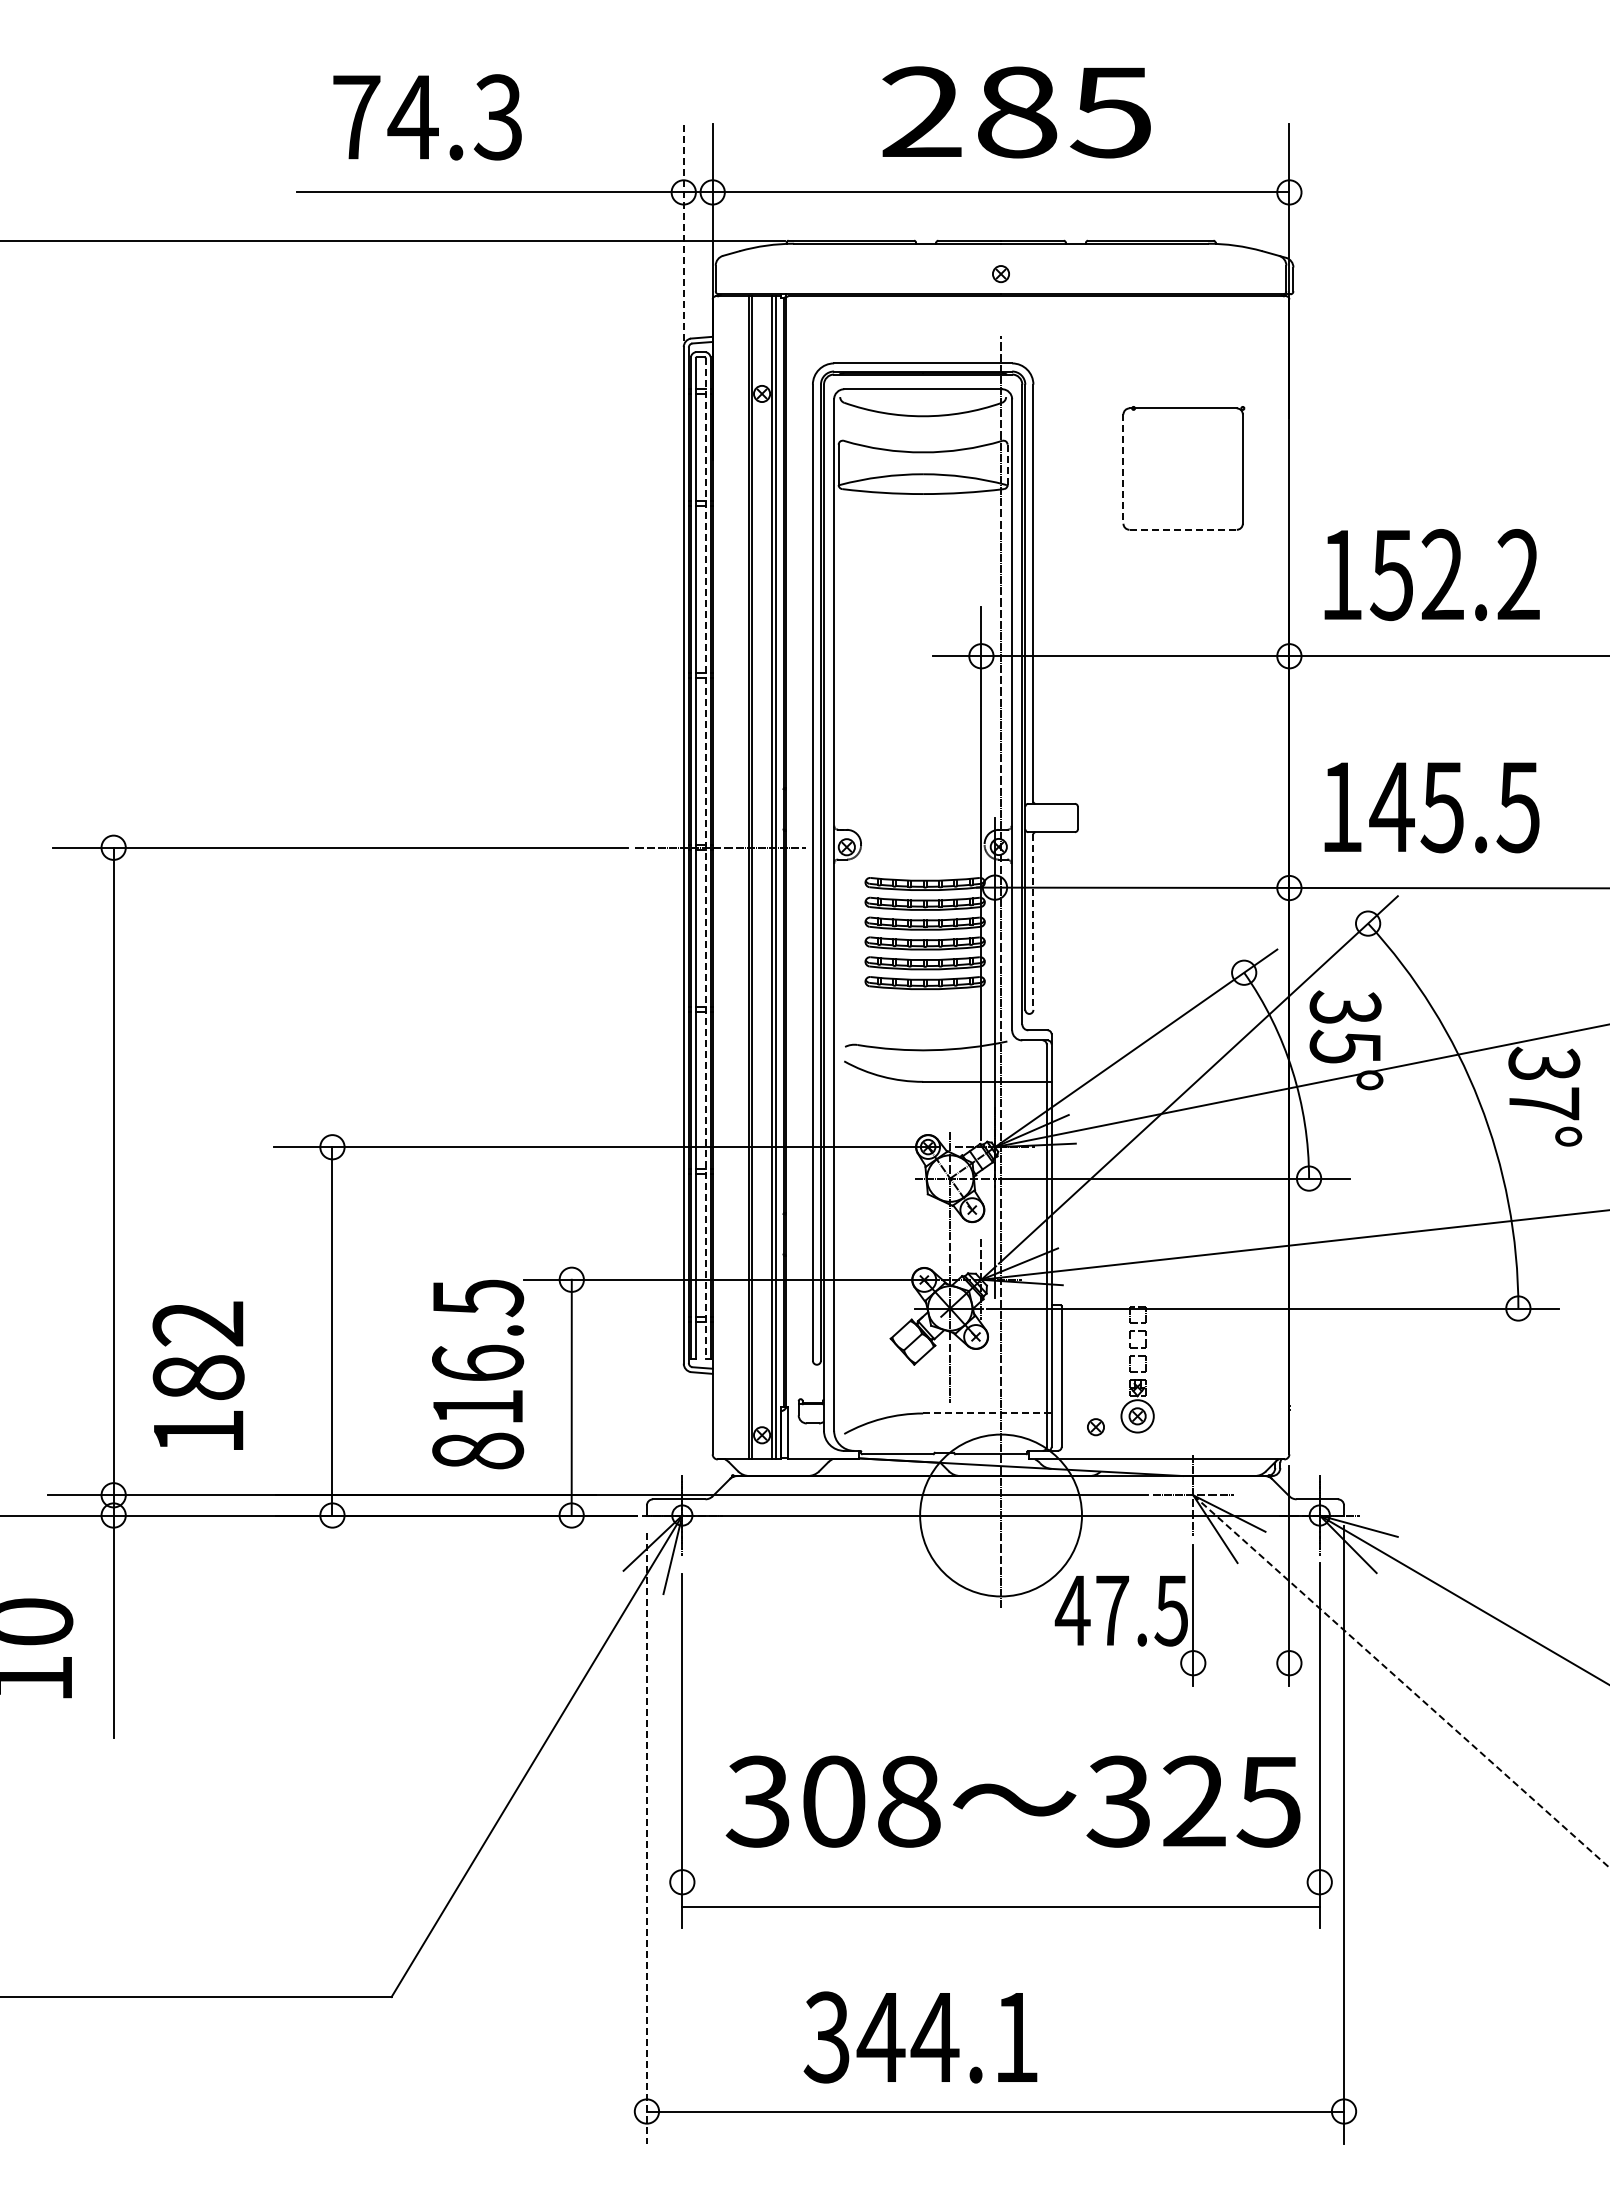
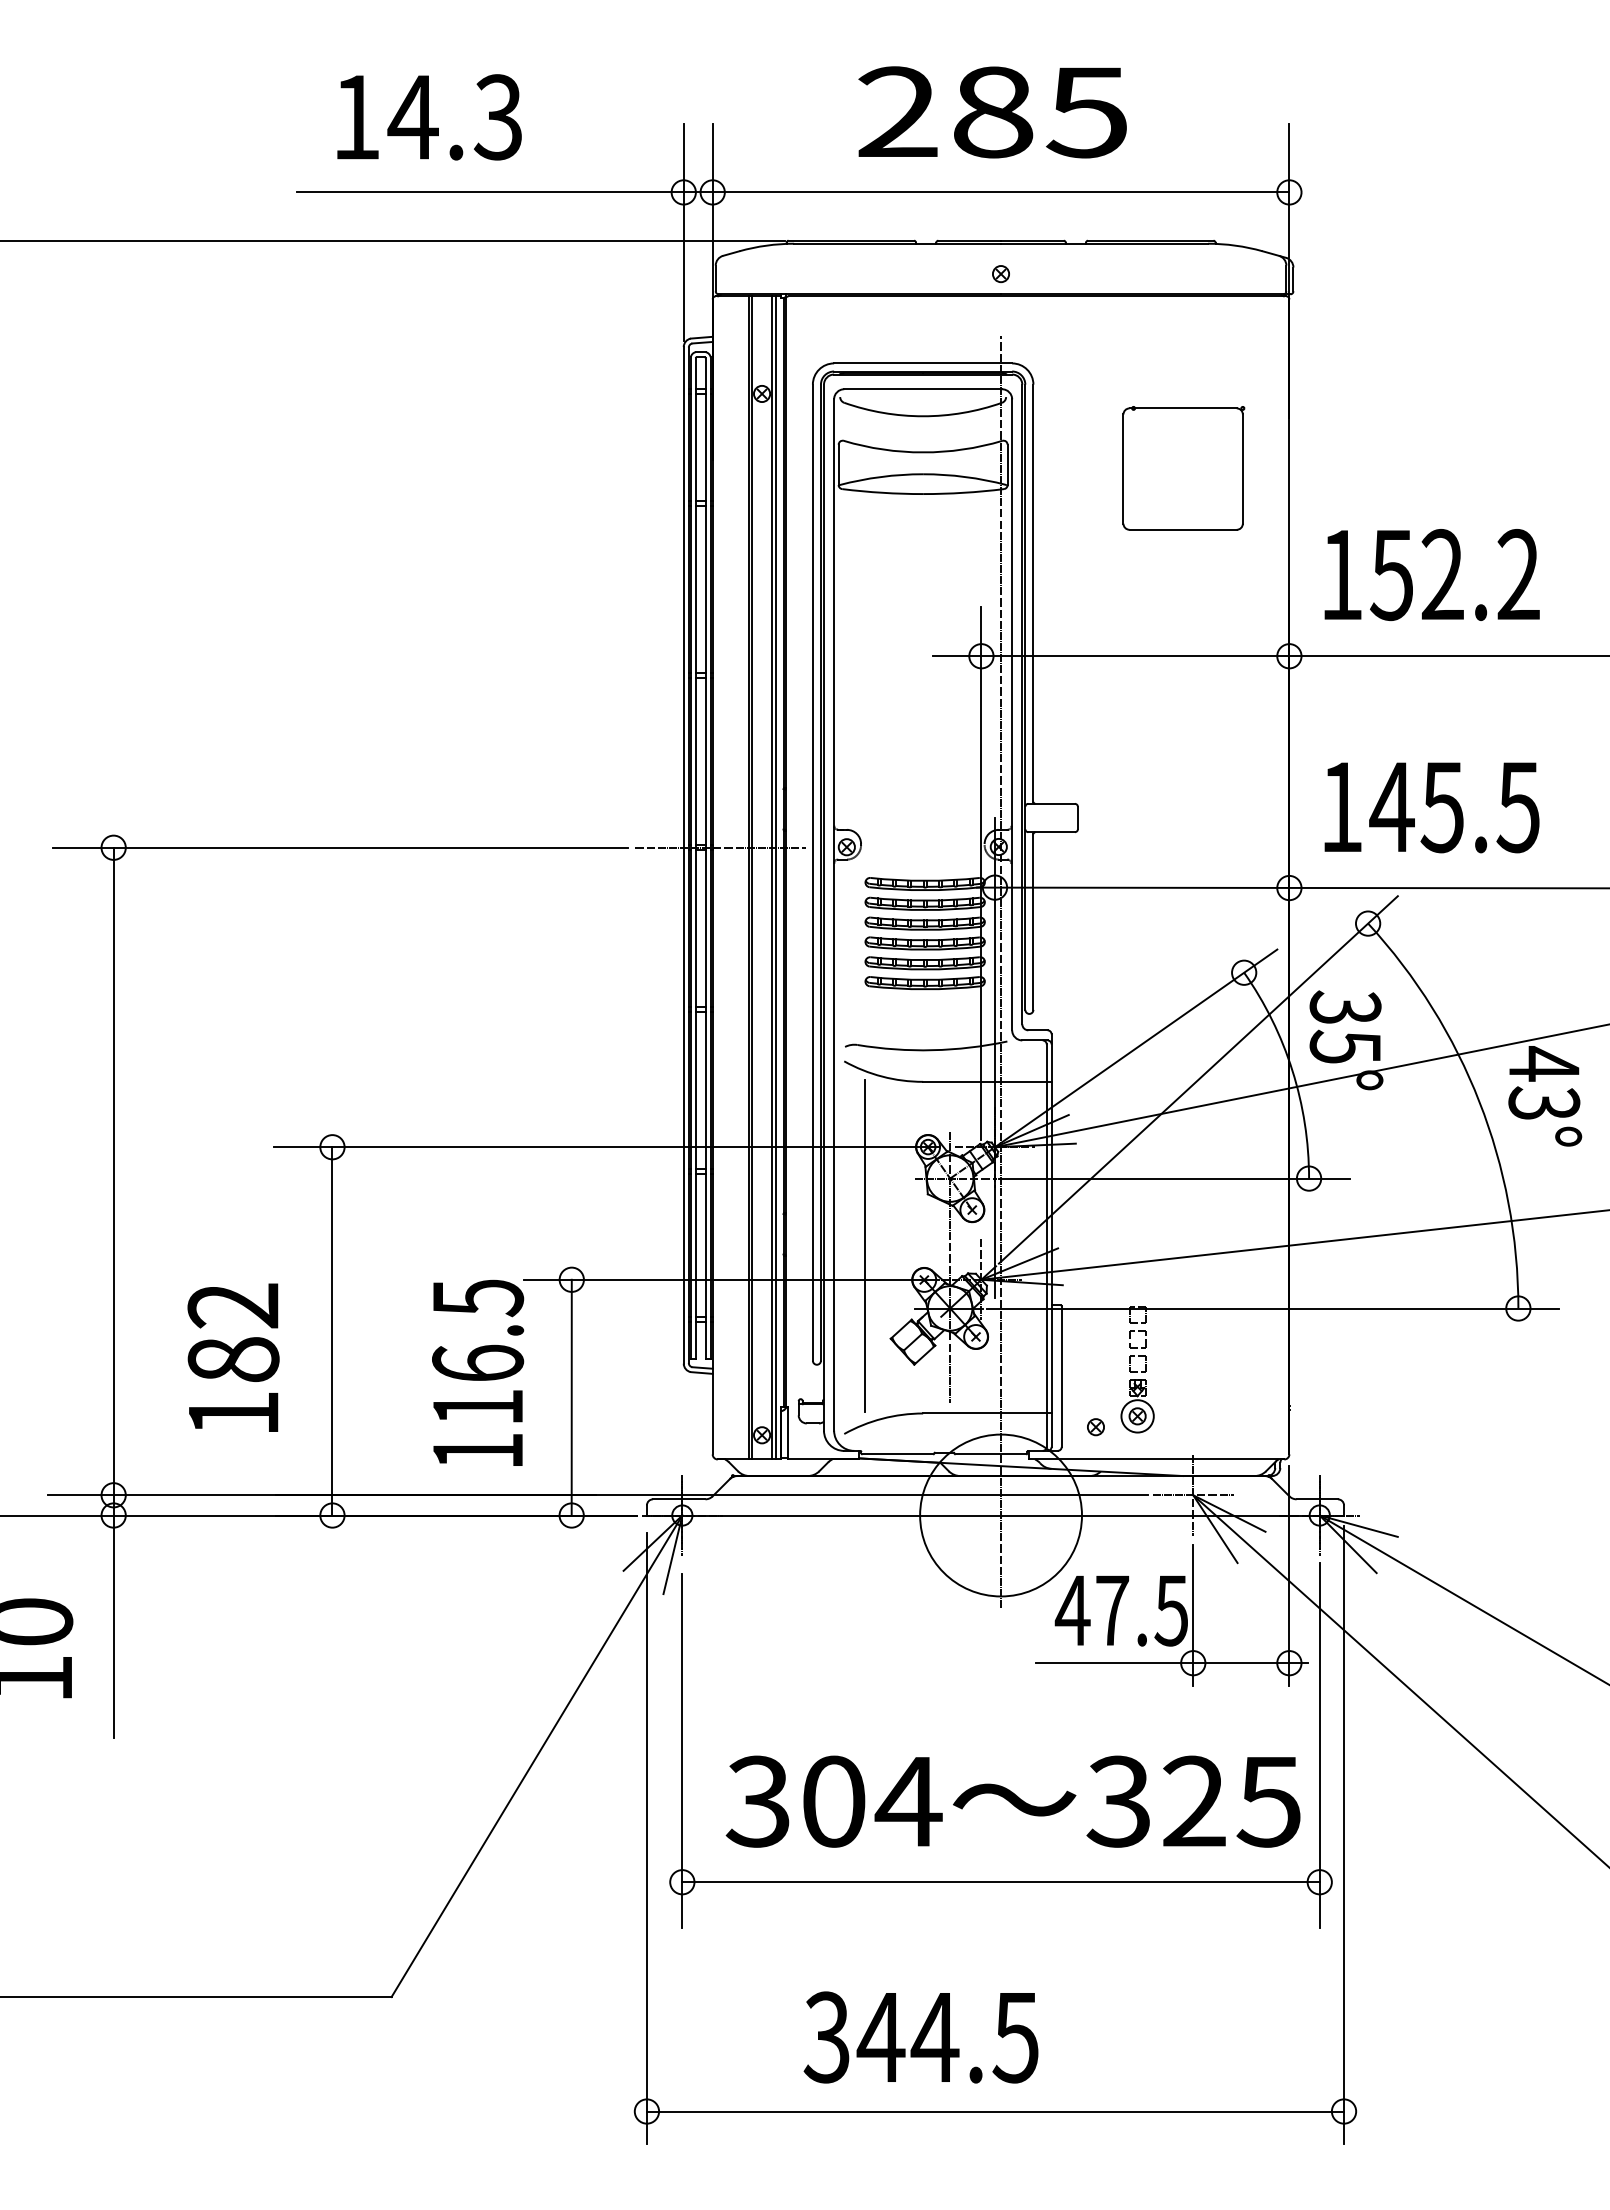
text at (1016, 112) position: (1016, 112) -> (992, 112)
text at (356, 117): 74.3 -> 14.3
line at (683, 232): dashed -> solid
line at (1007, 465): dashed -> solid
line at (1123, 469): dashed -> solid
line at (1183, 529): dashed -> solid
line at (705, 858): dashed -> solid
line at (1033, 922): dashed -> solid
text at (1544, 1083): 37° -> 43°
line at (865, 1245): none -> present
text at (198, 1375) position: (198, 1375) -> (233, 1357)
line at (987, 1413): dashed -> solid
text at (478, 1450): 816.5 -> 116.5
line at (1171, 1663): none -> present
line at (1401, 1681): dashed -> solid
text at (908, 1801): 308 -> 304
line at (646, 1838): dashed -> solid
line at (1000, 1907) position: (1000, 1907) -> (1000, 1882)
text at (1015, 2038): 344.1 -> 344.5
